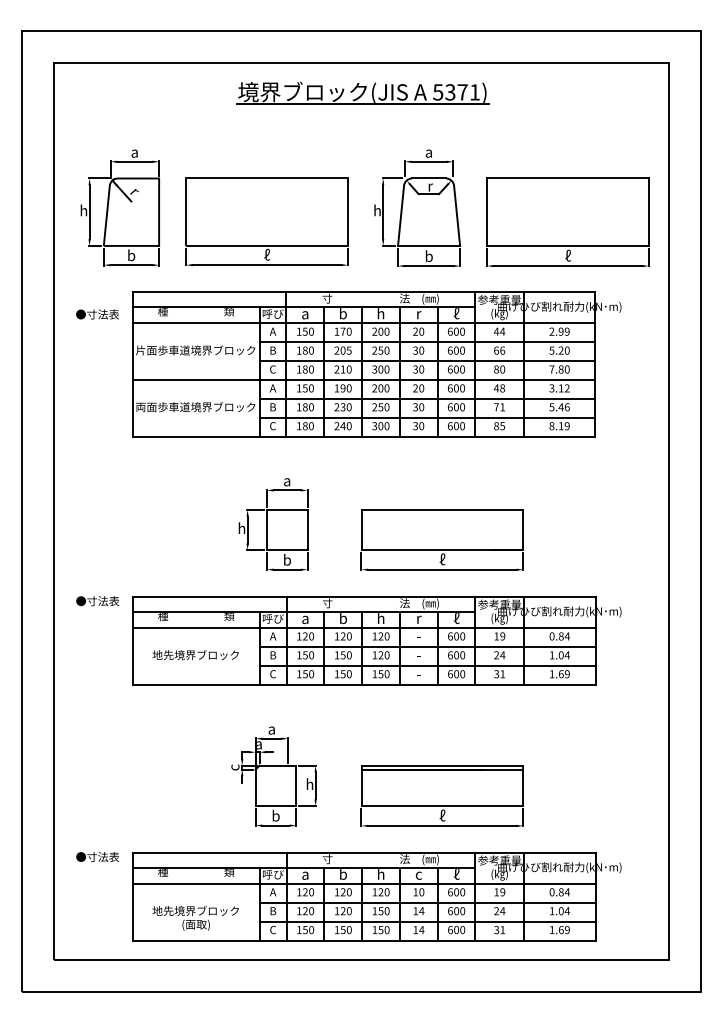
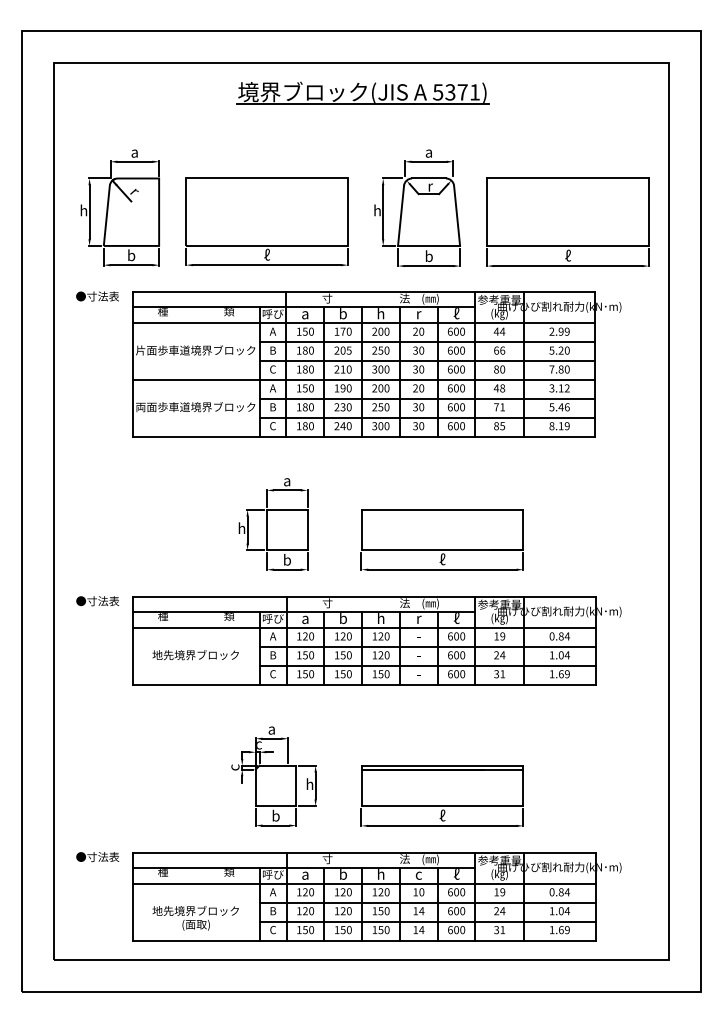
text at (97, 314) position: (97, 314) -> (97, 296)
text at (259, 745): a -> c
